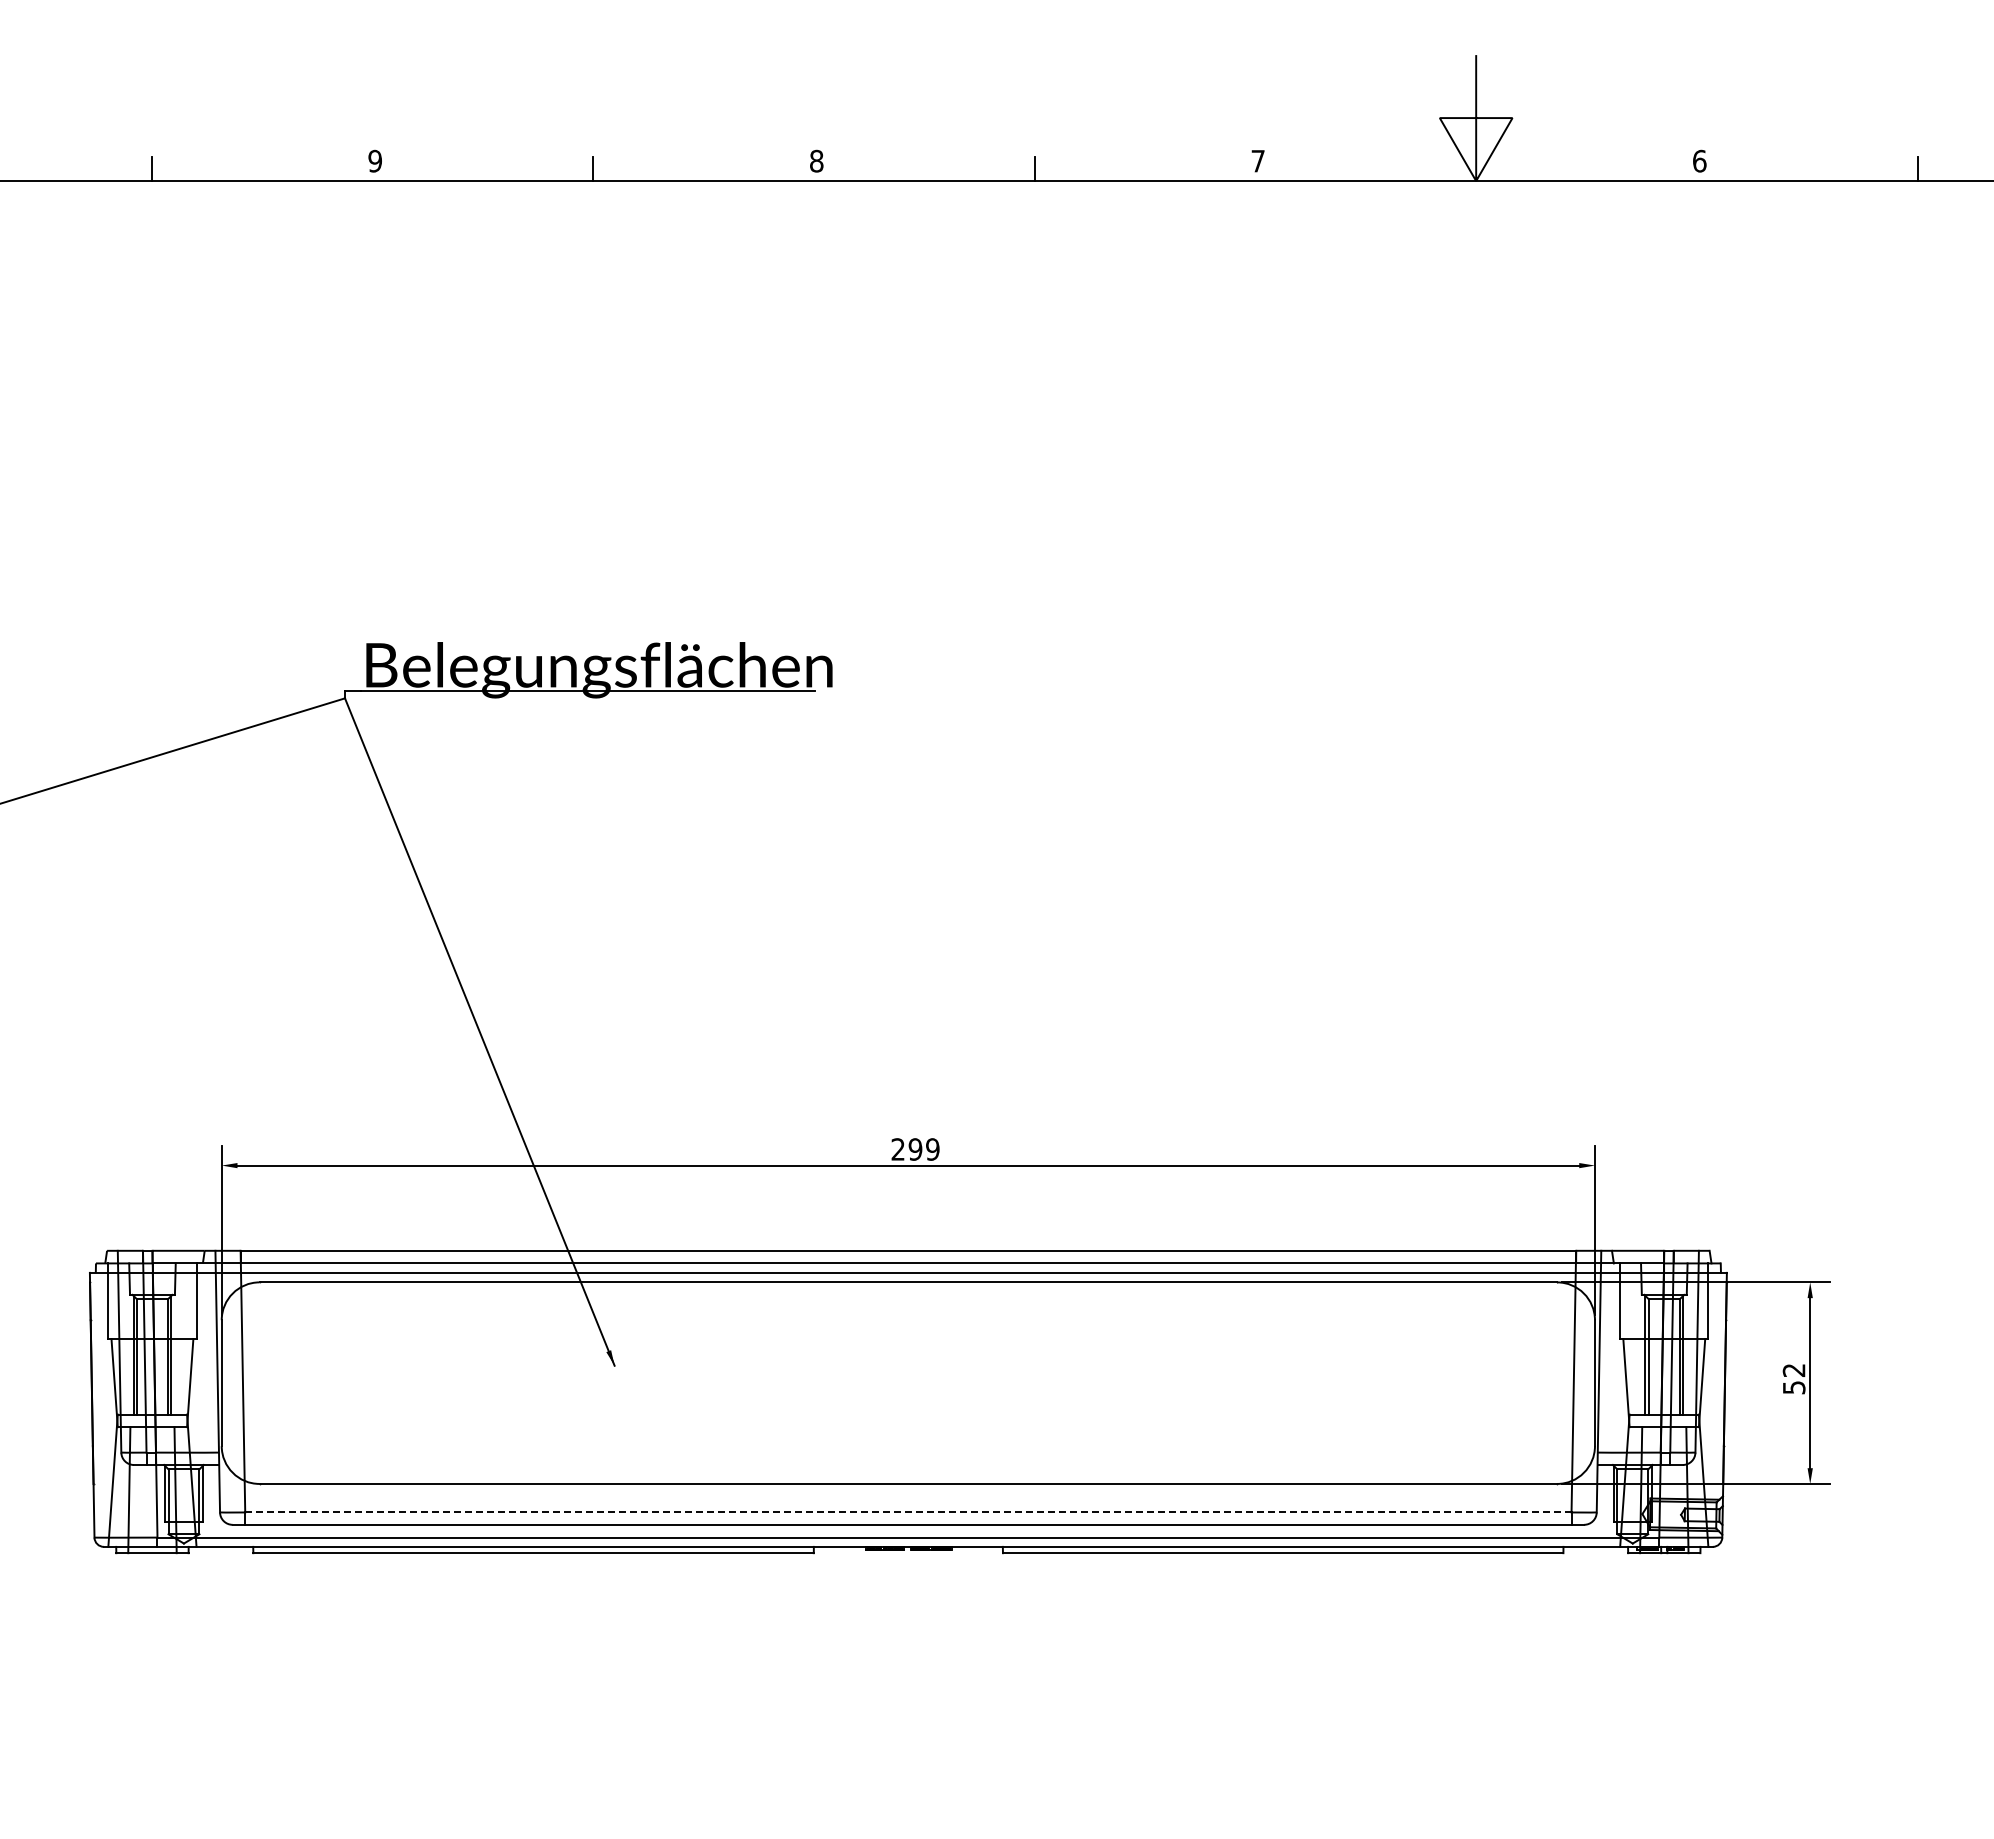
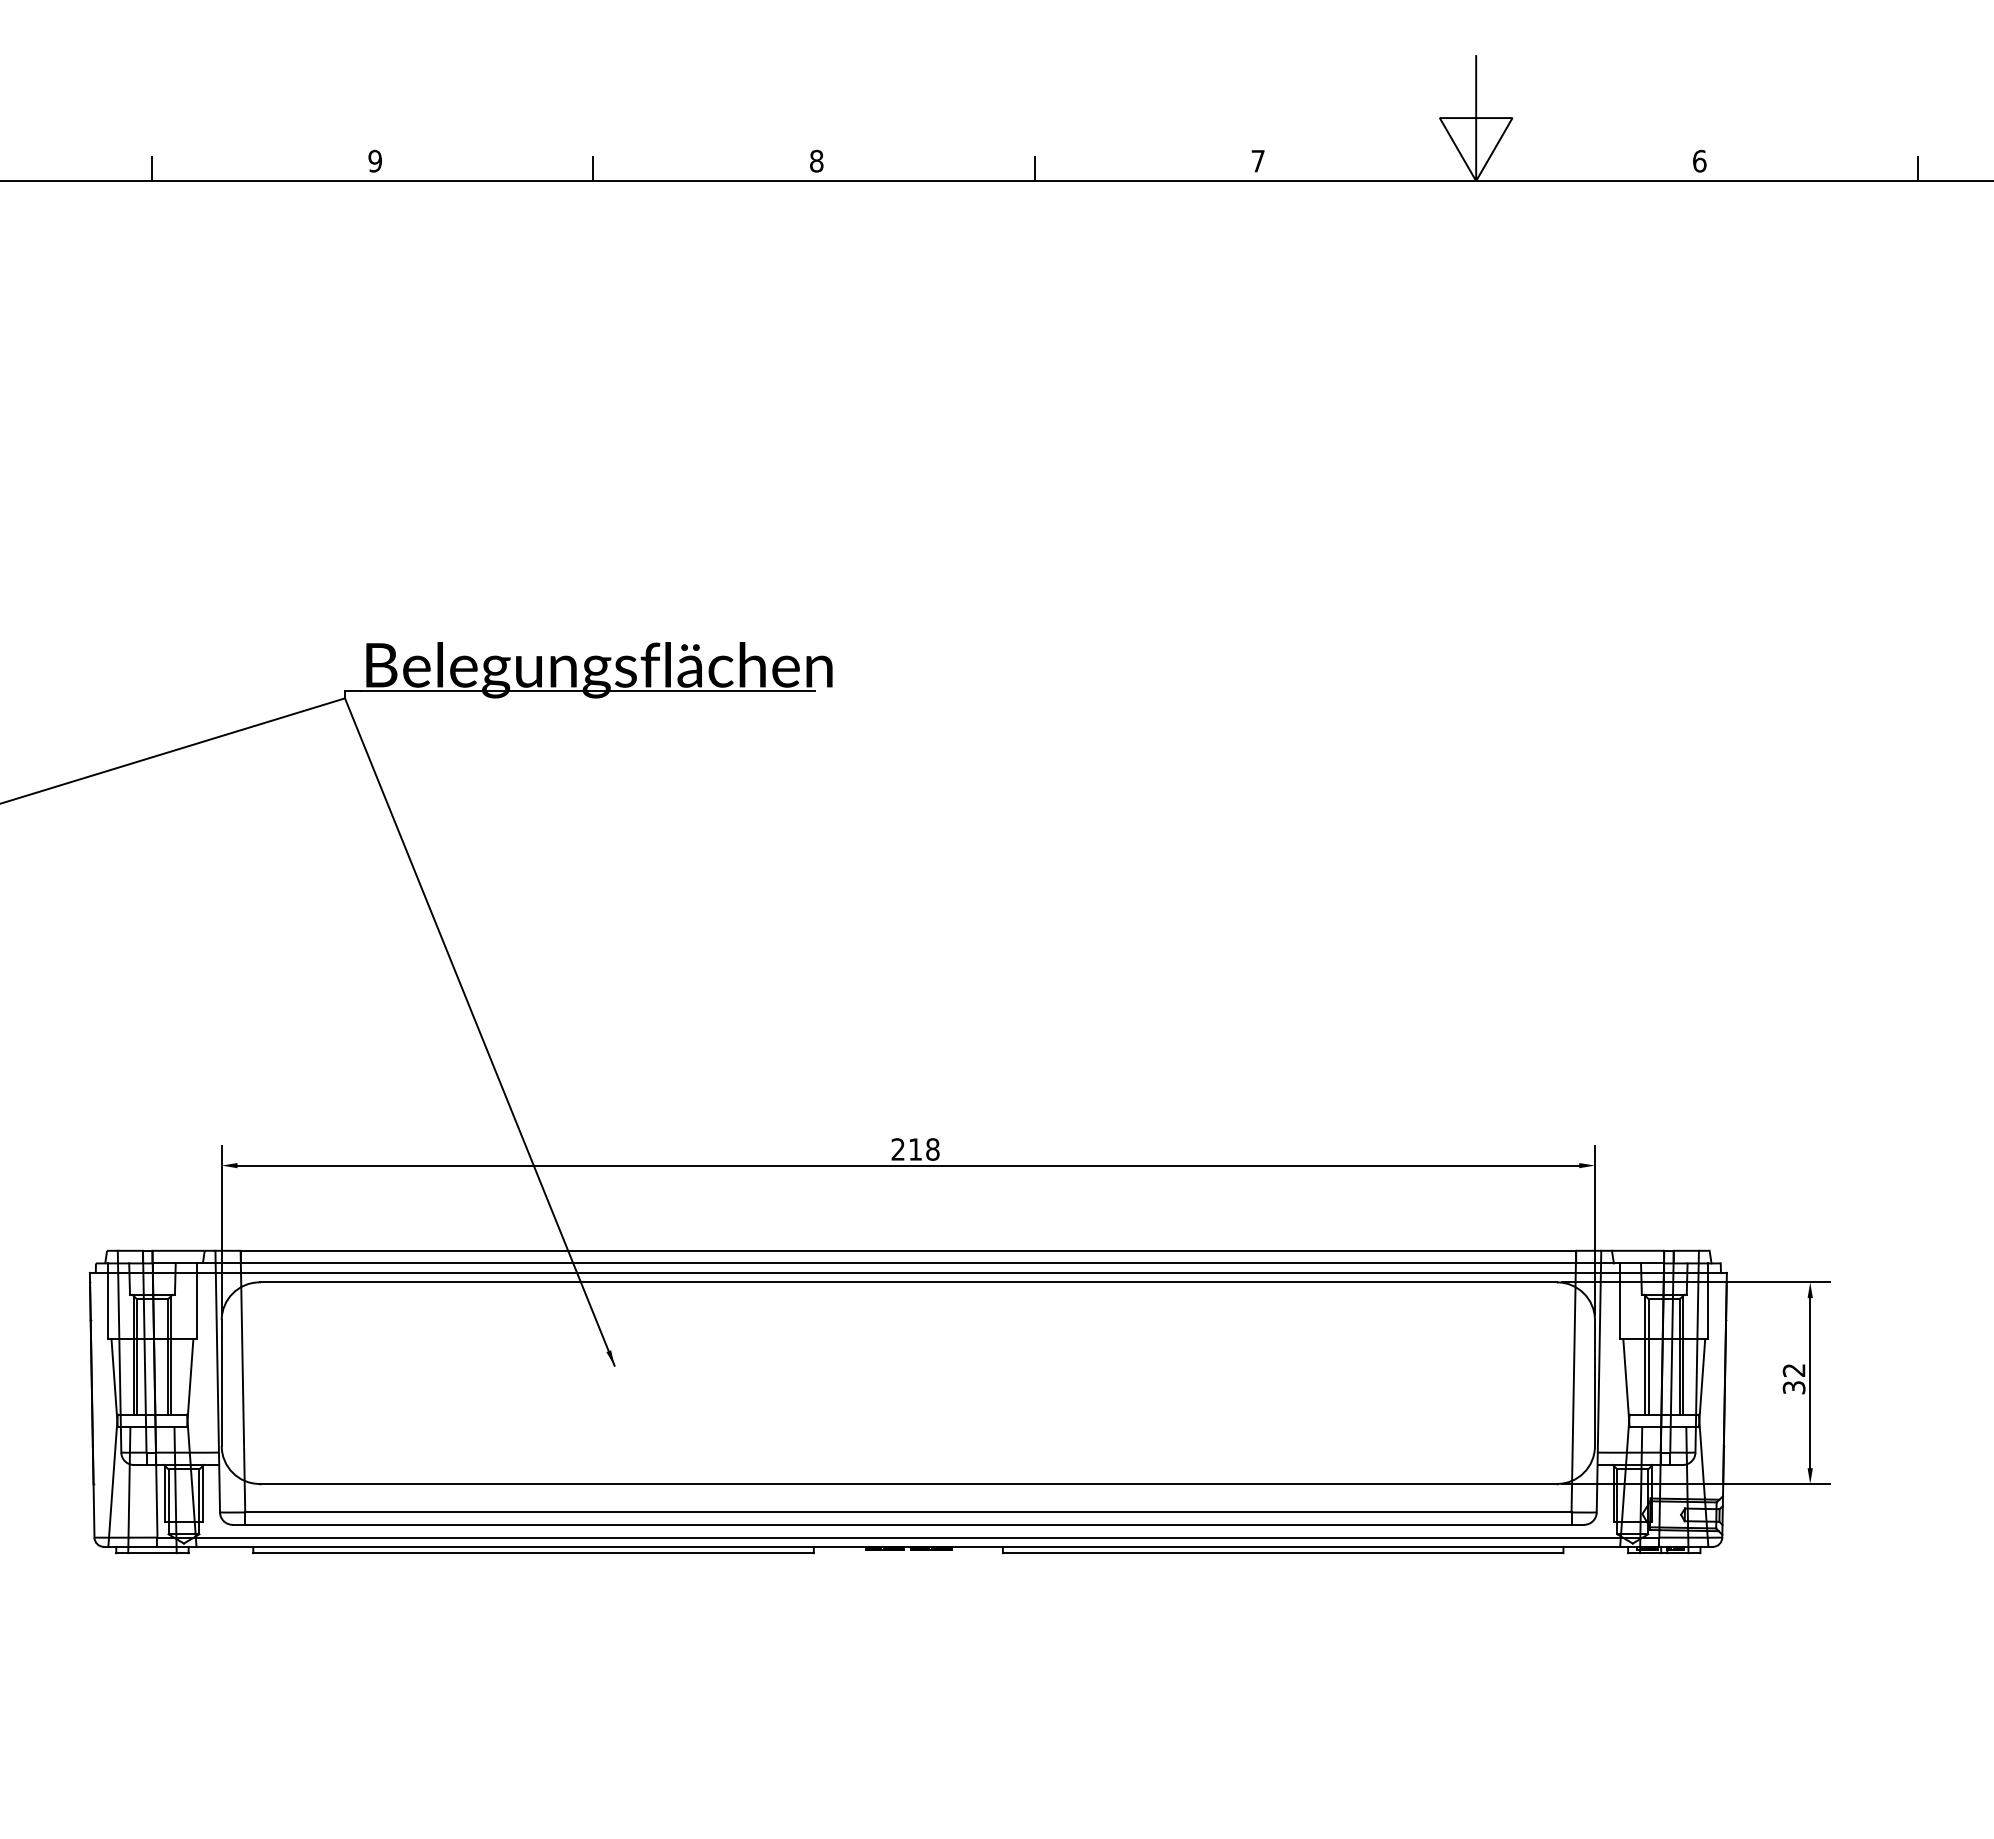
text at (923, 1149): 299 -> 218
text at (1793, 1387): 52 -> 32
line at (908, 1512): dashed -> solid
